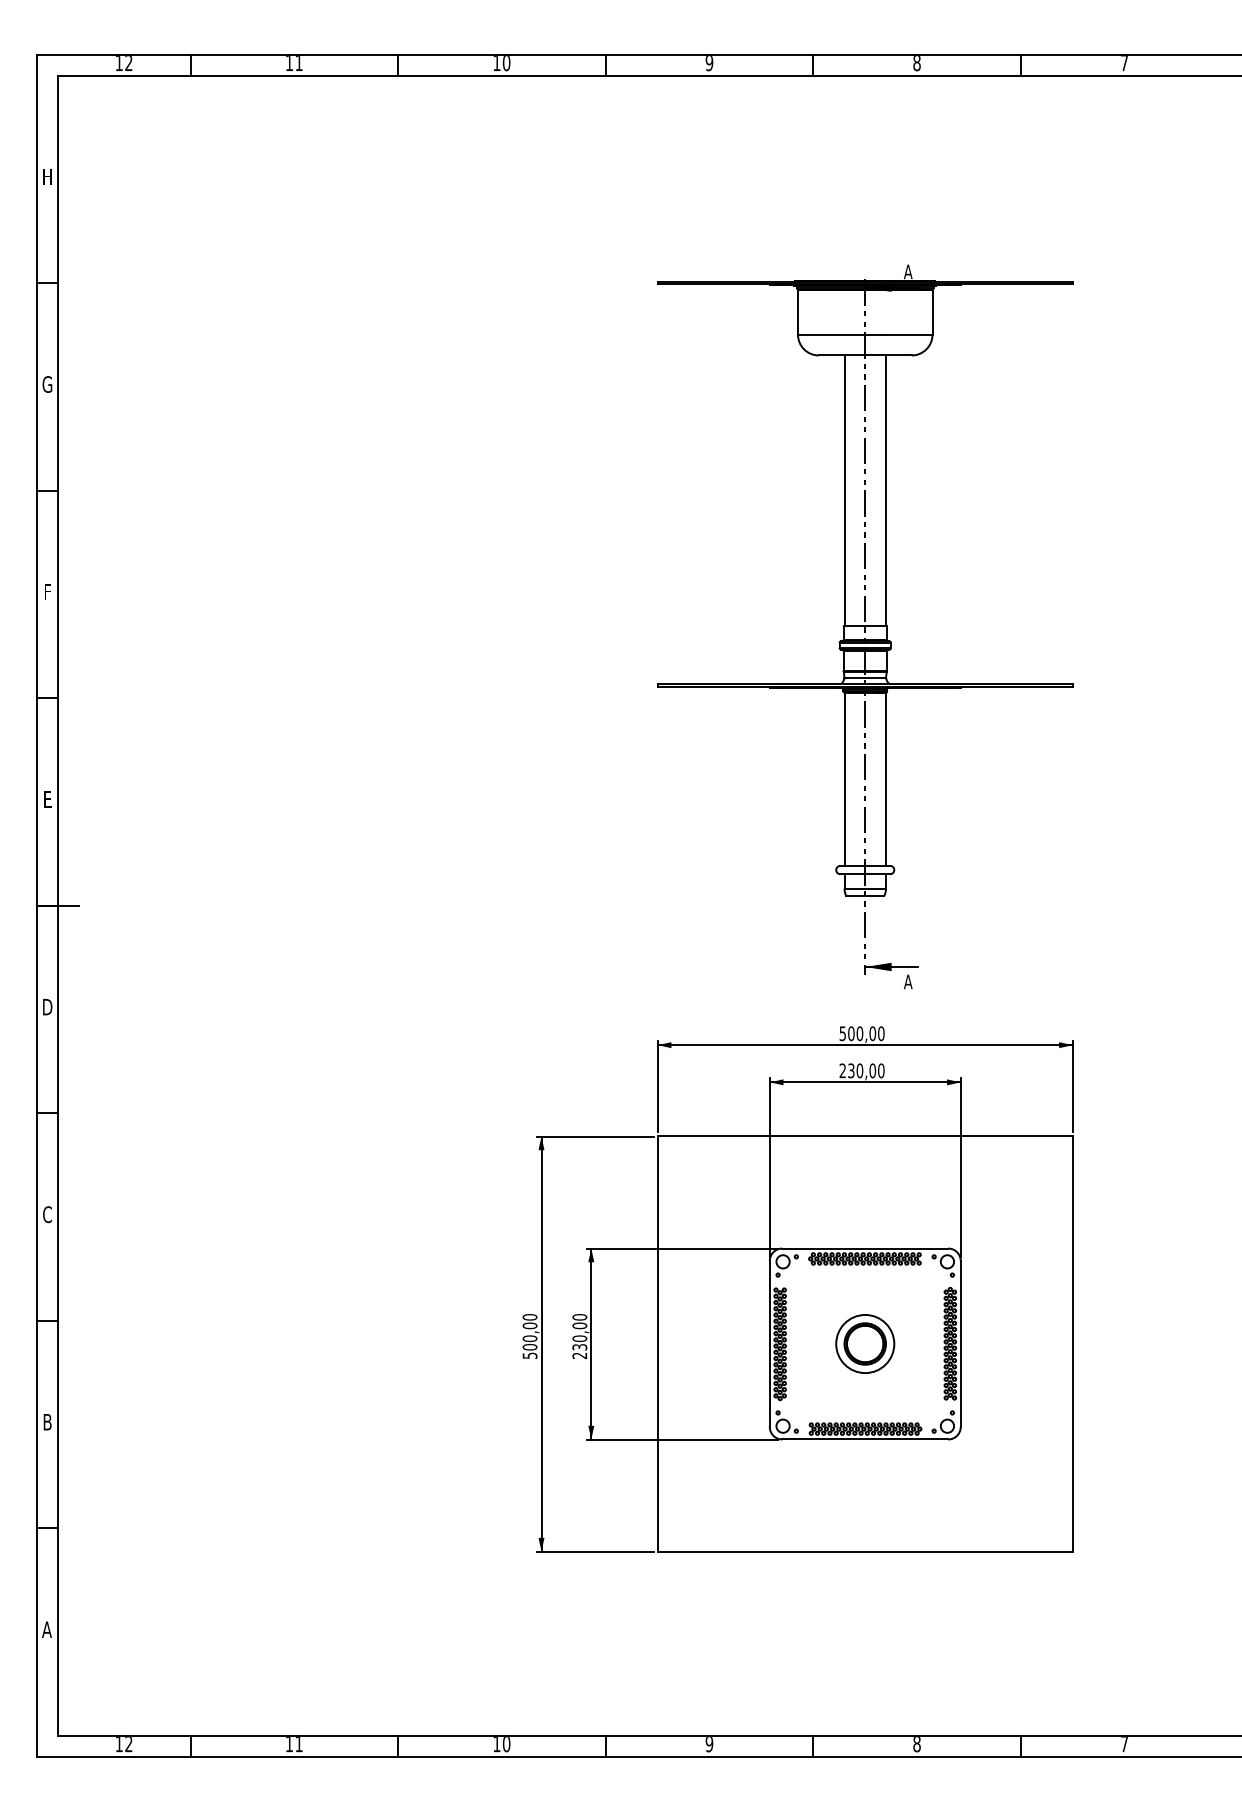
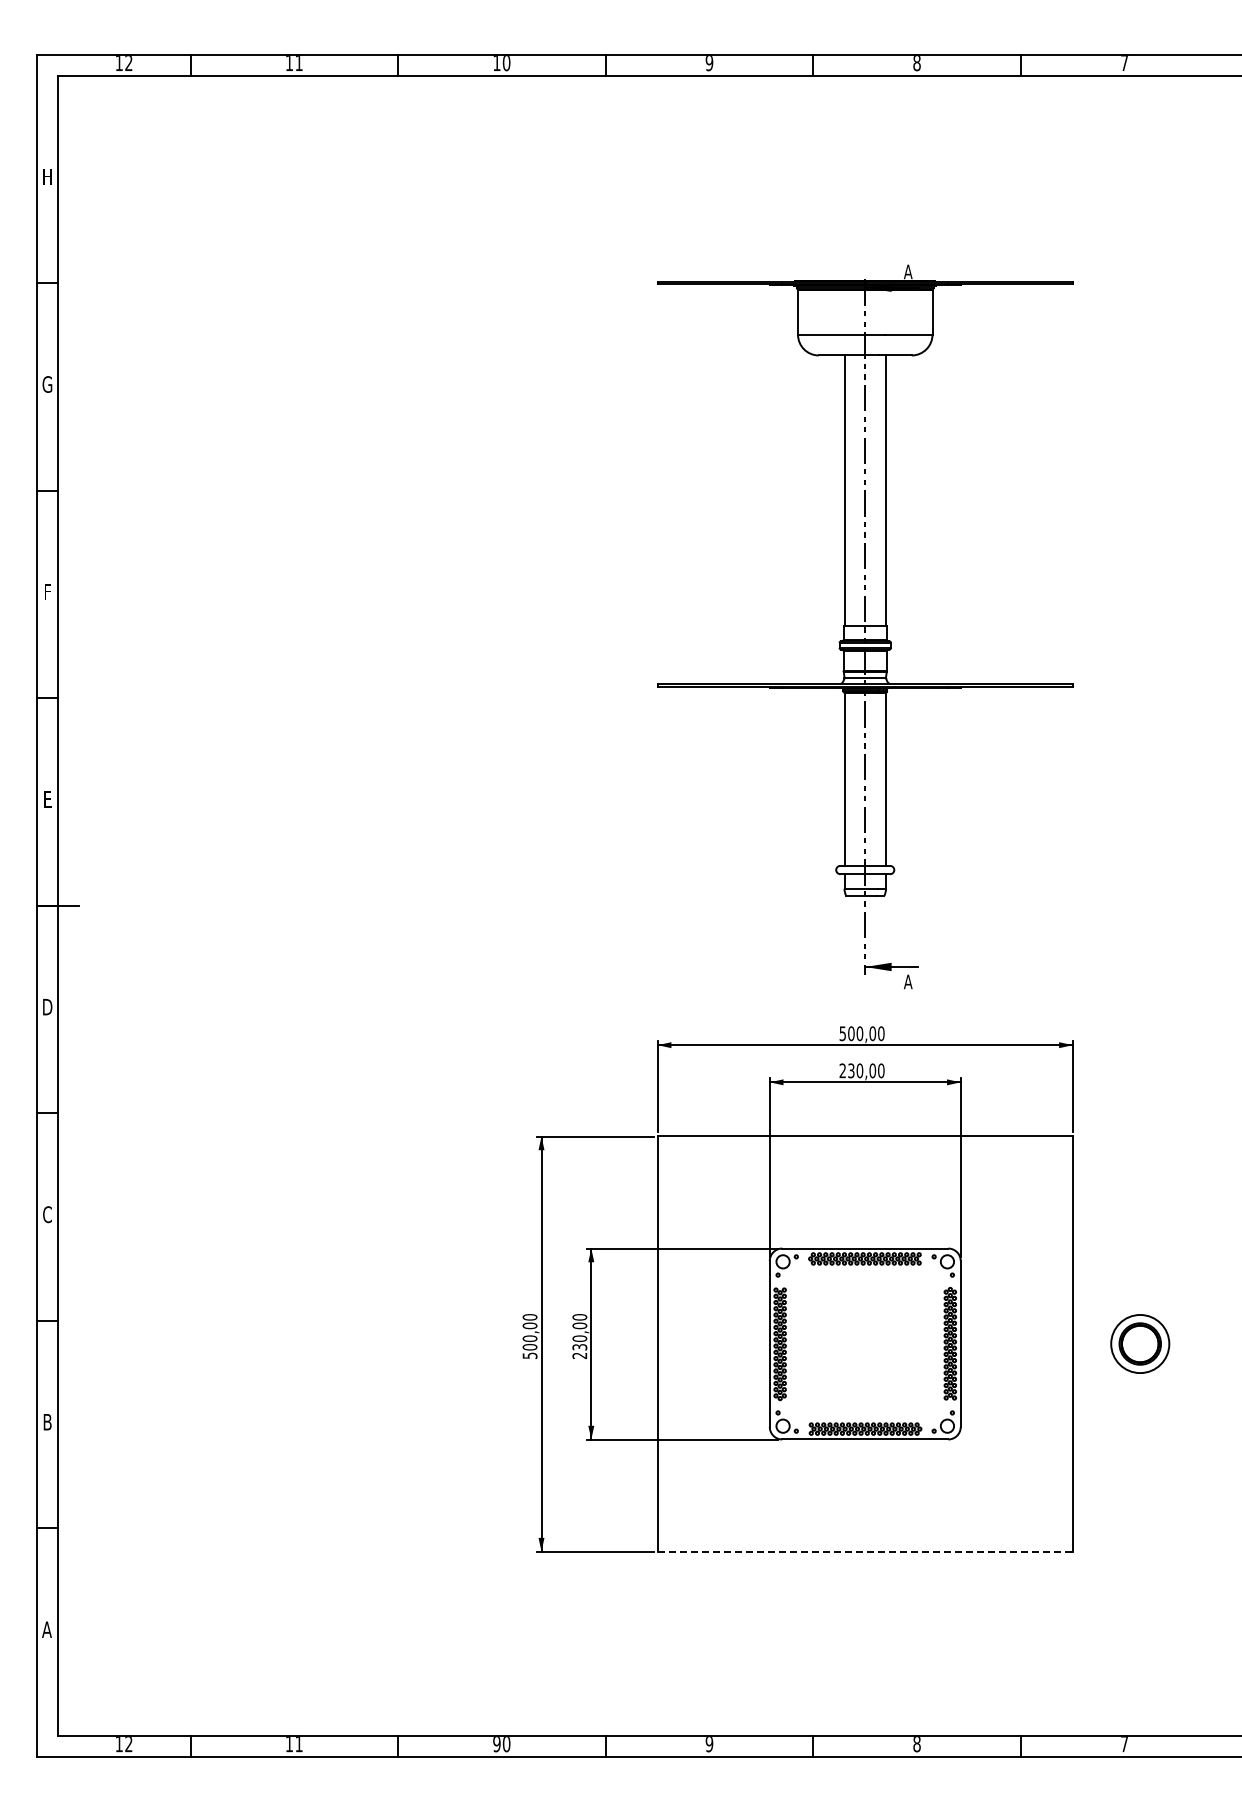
part at (865, 1343) position: (865, 1343) -> (1140, 1343)
line at (865, 1551): solid -> dashed
text at (496, 1744): 10 -> 90
